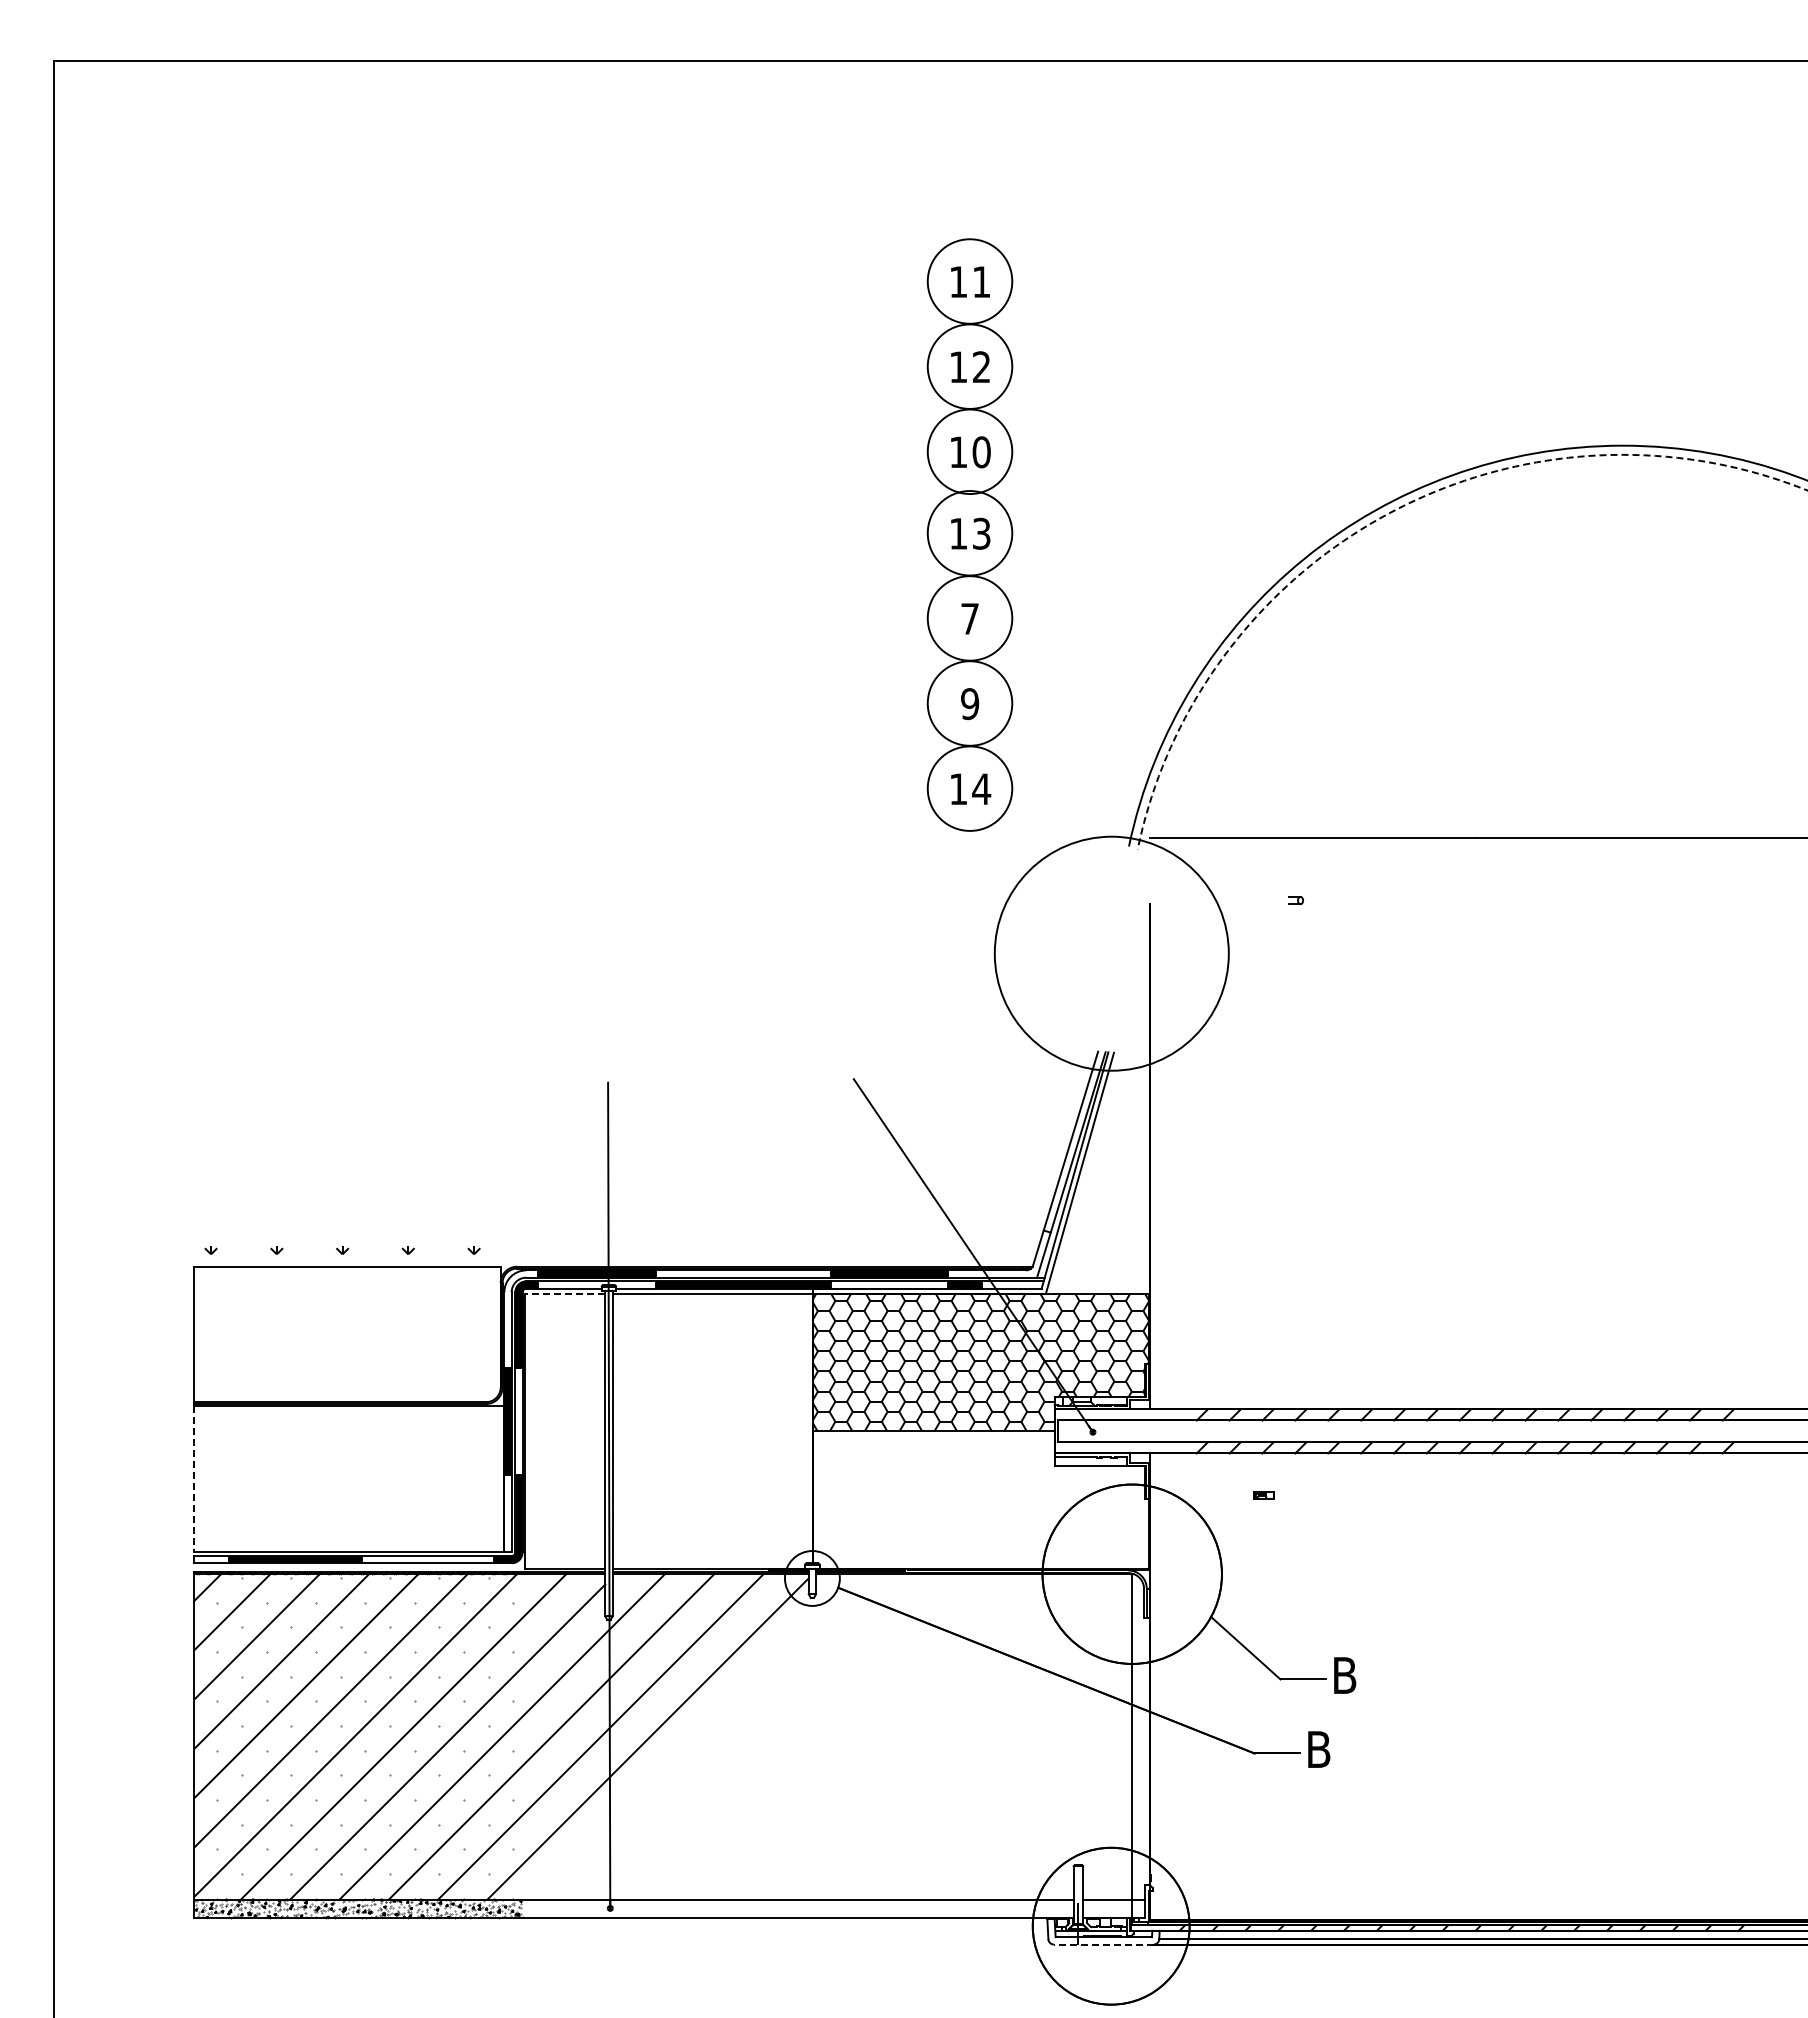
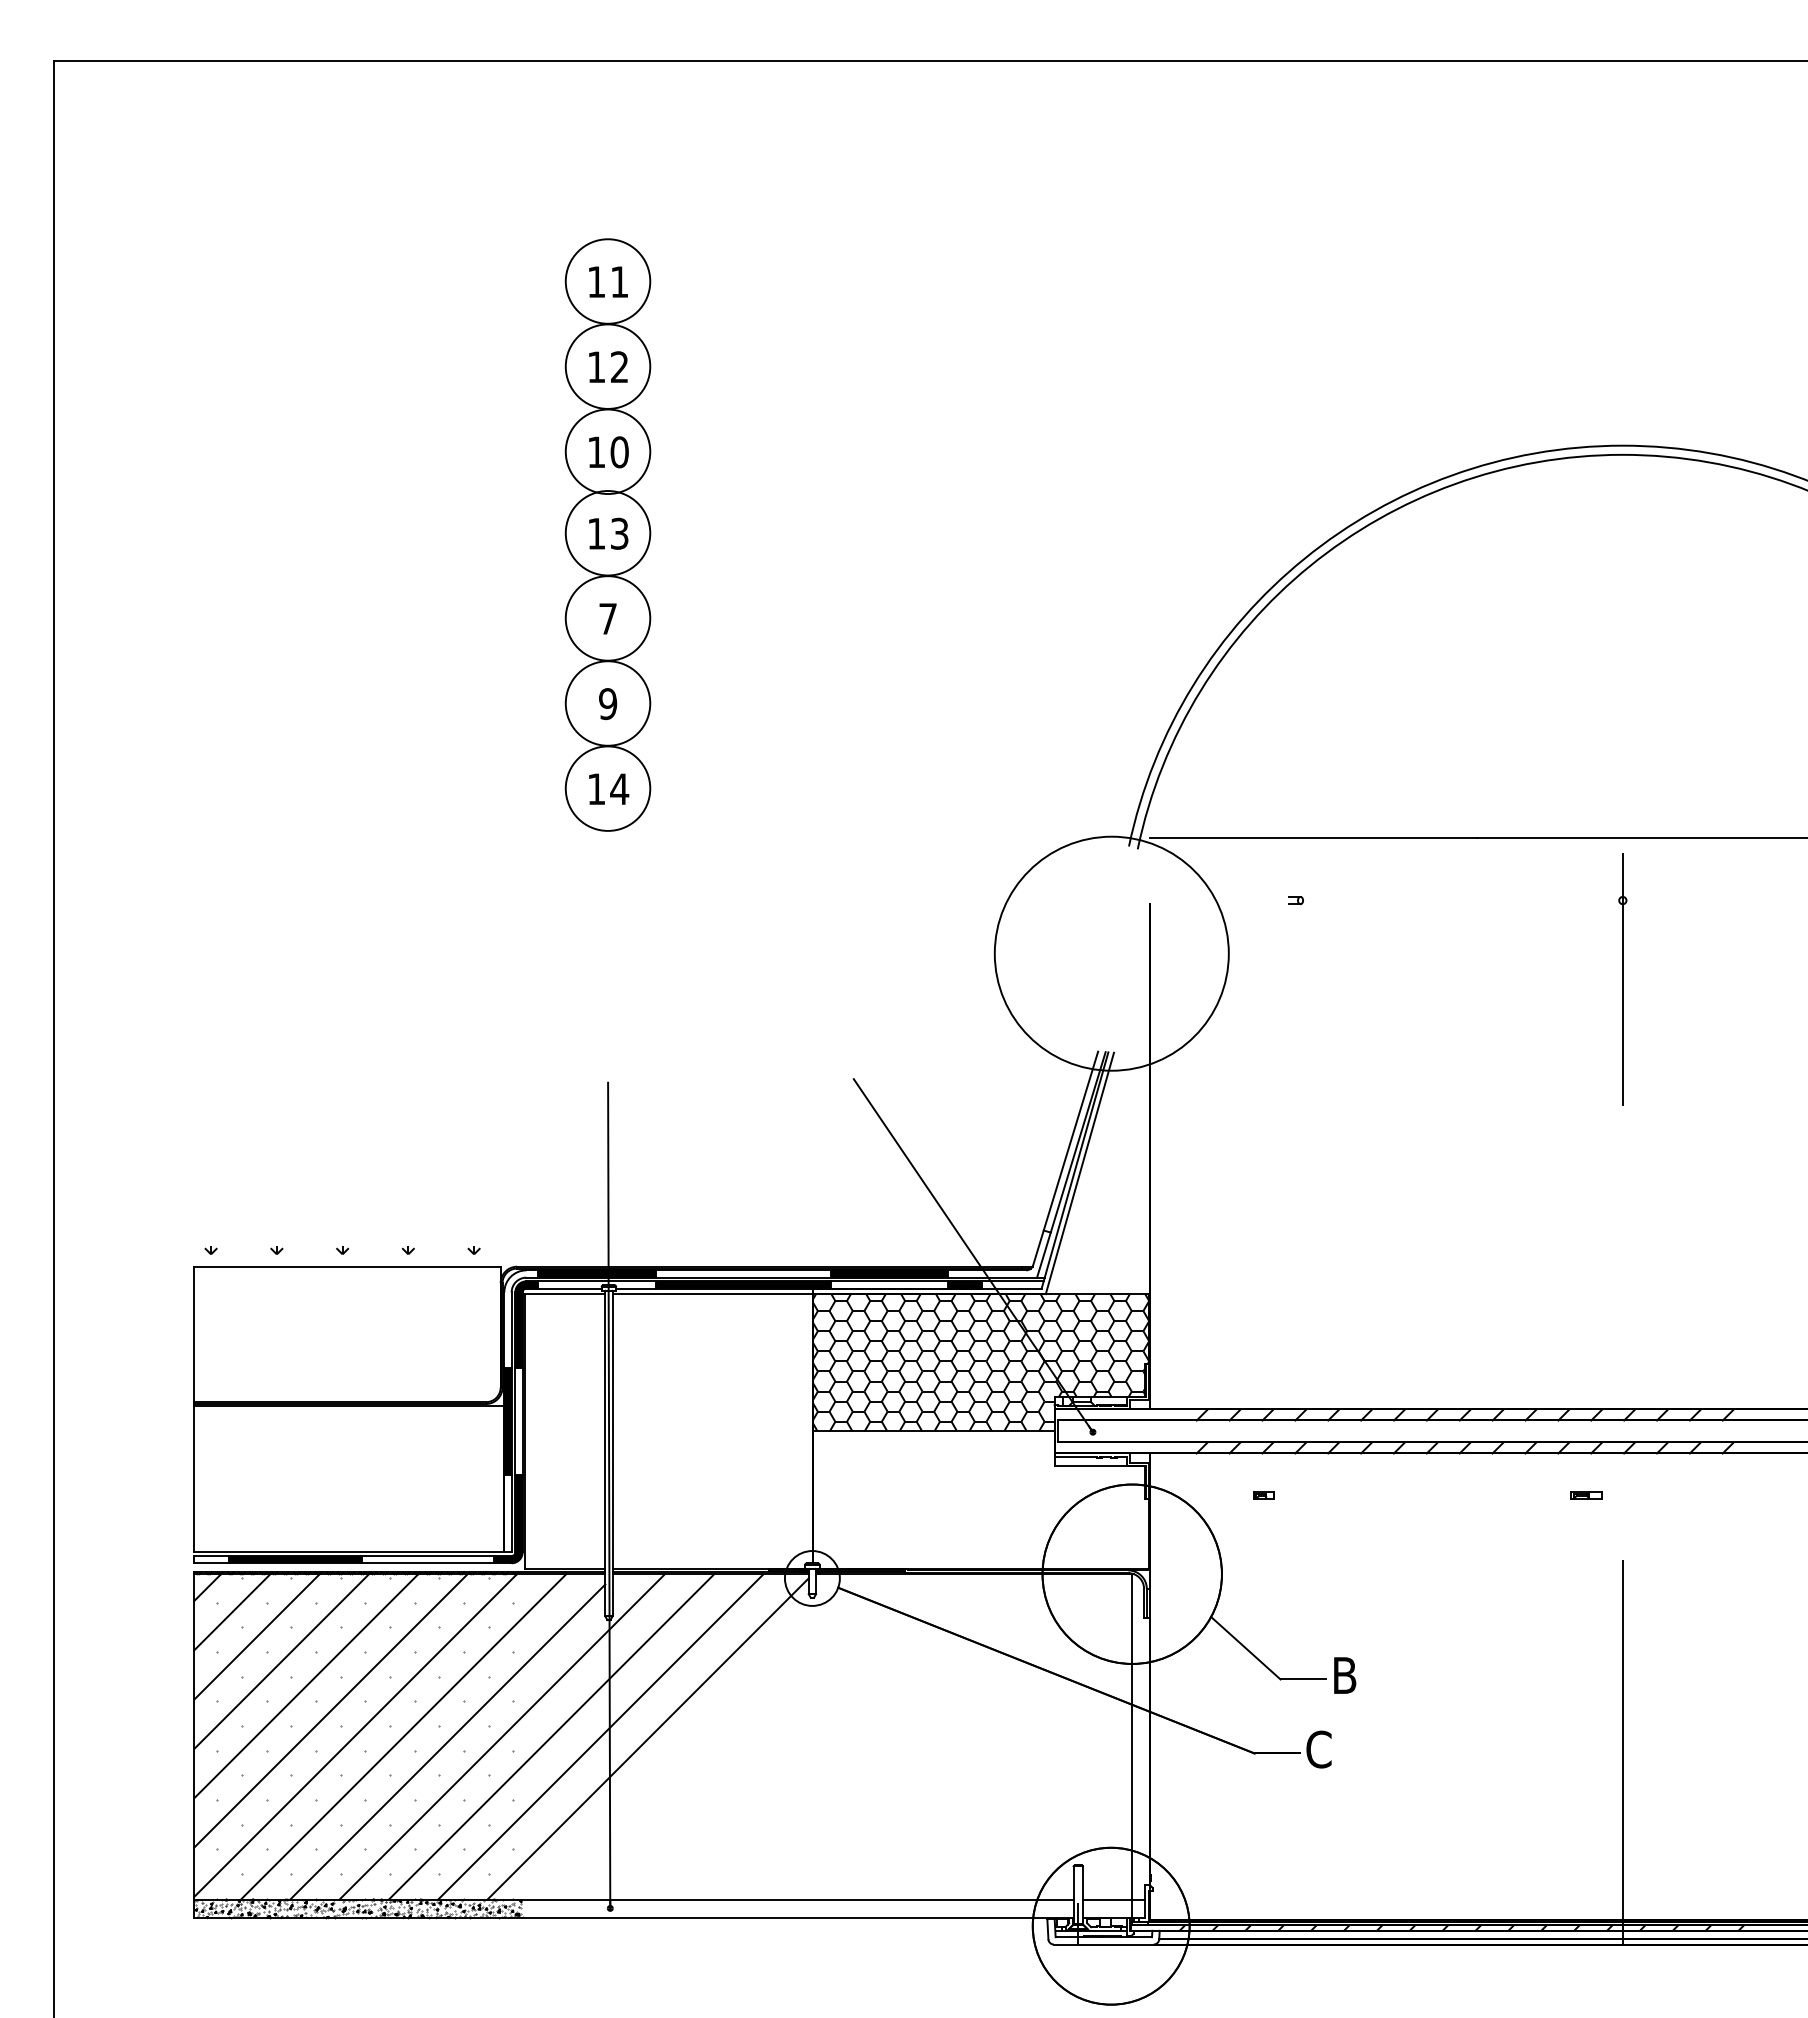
arc at (1390, 512): dashed -> solid
part at (969, 534) position: (969, 534) -> (607, 534)
part at (1622, 979): none -> present
line at (564, 1294): dashed -> solid
line at (194, 1479): dashed -> solid
part at (1586, 1495): none -> present
text at (1318, 1749): B -> C
line at (1622, 1752): none -> present
line at (1103, 1944): dashed -> solid
